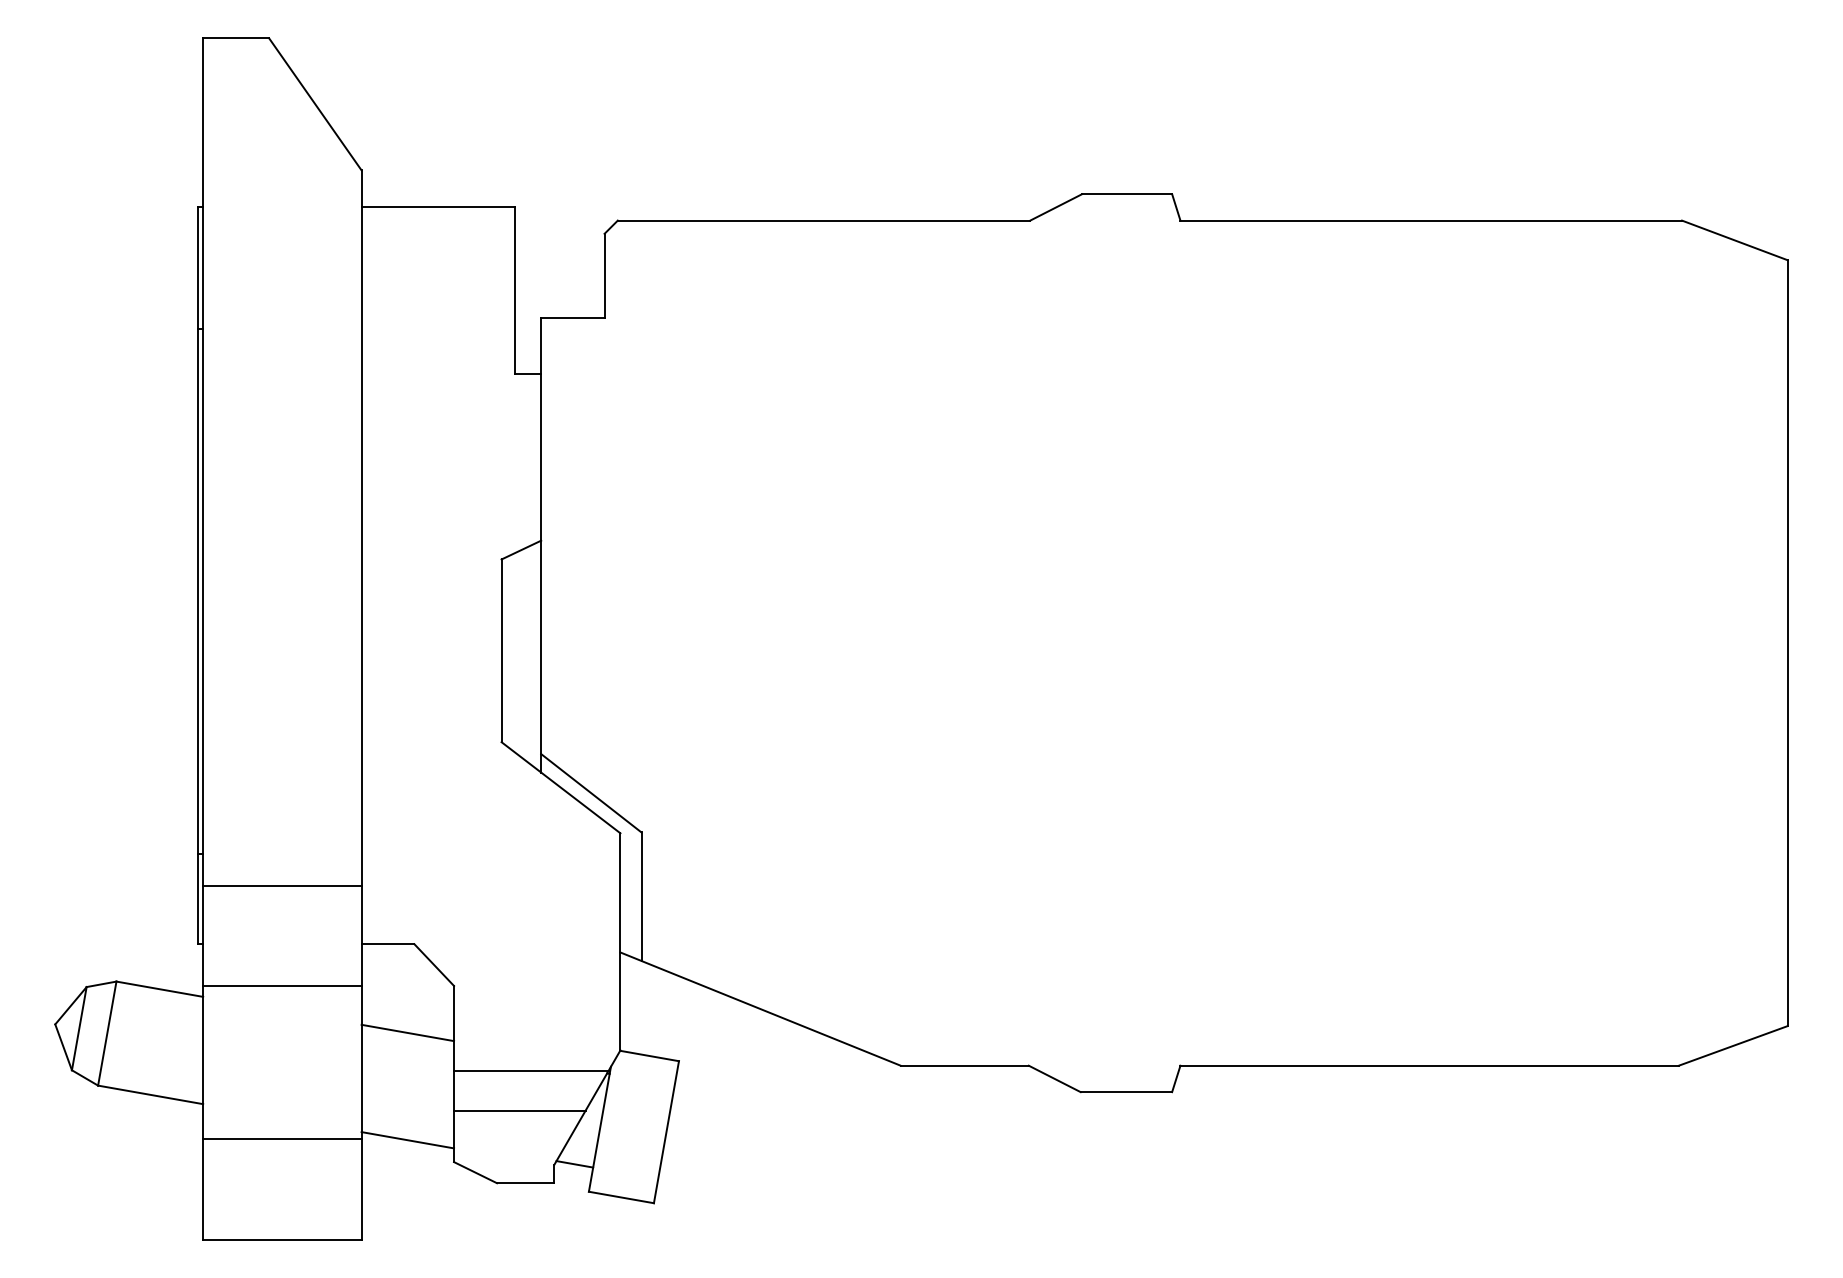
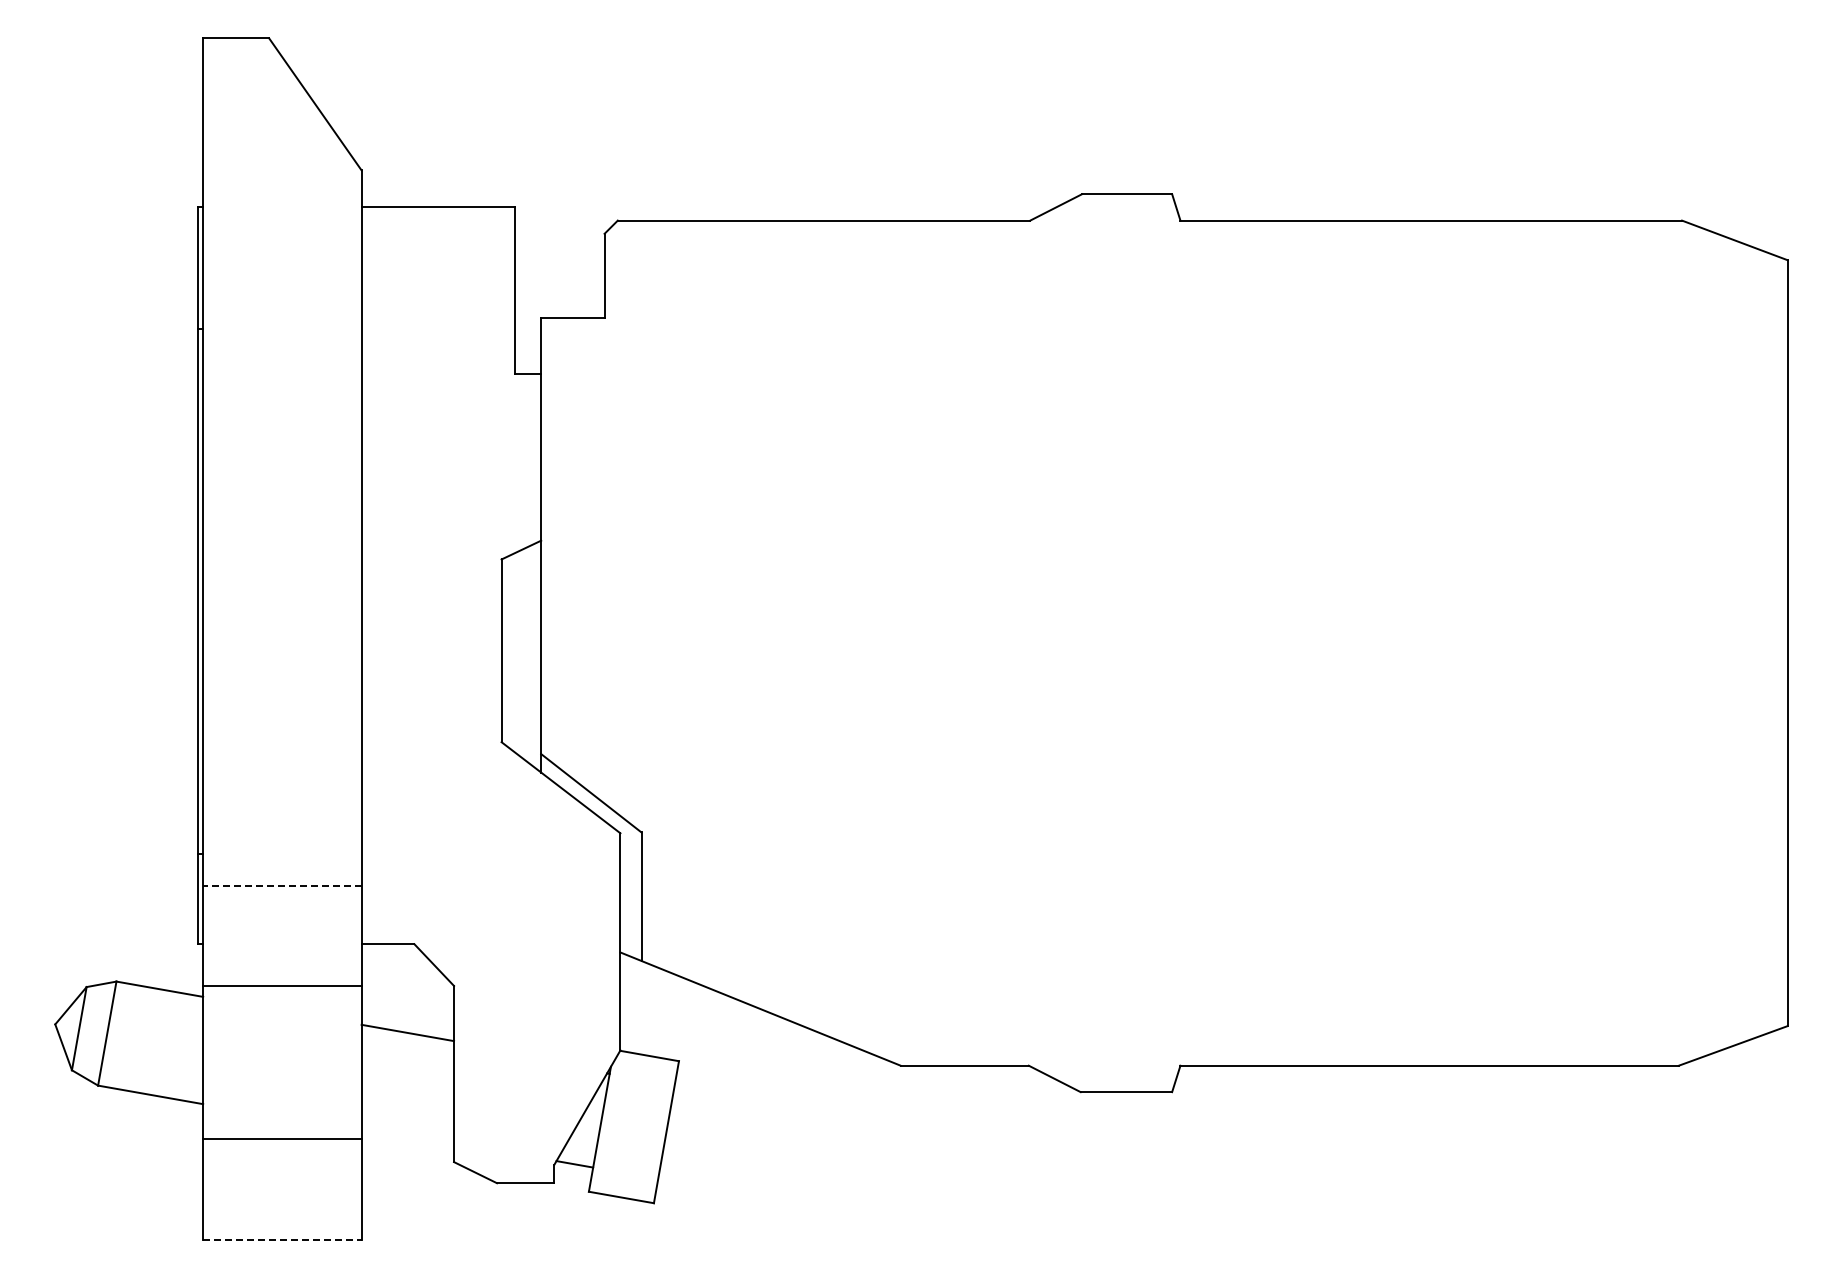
line at (281, 886): solid -> dashed
line at (531, 1070): present -> none
line at (519, 1110): present -> none
line at (407, 1140): present -> none
line at (282, 1239): solid -> dashed
